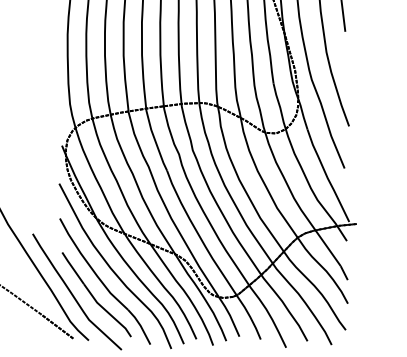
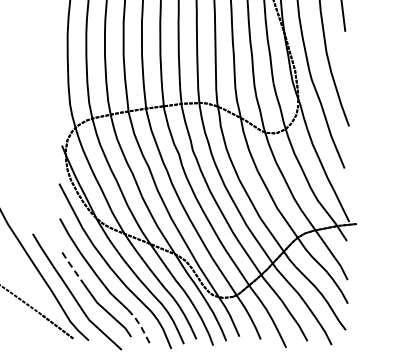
line at (73, 268): solid -> dashed
line at (140, 325): solid -> dashed
